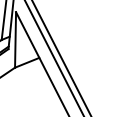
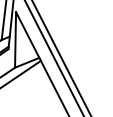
line at (21, 73): none -> present
